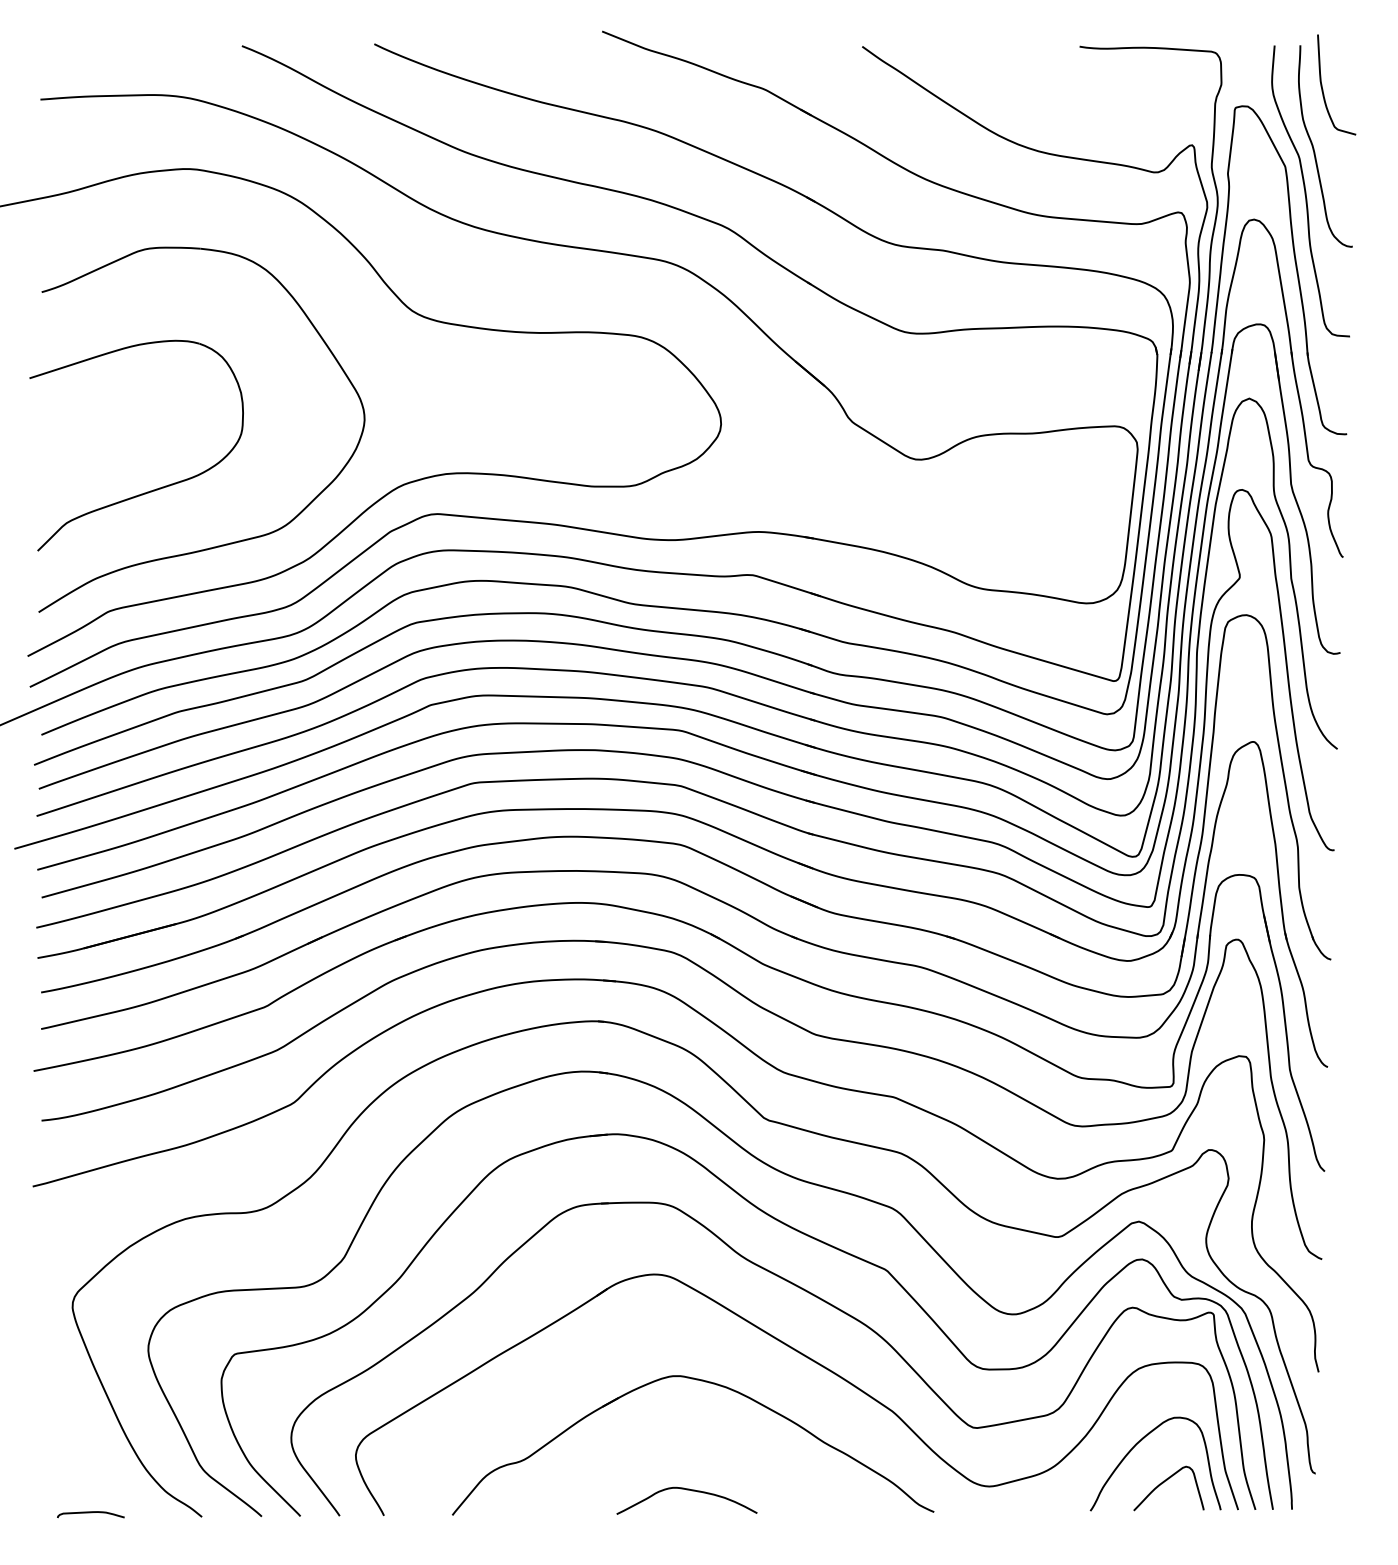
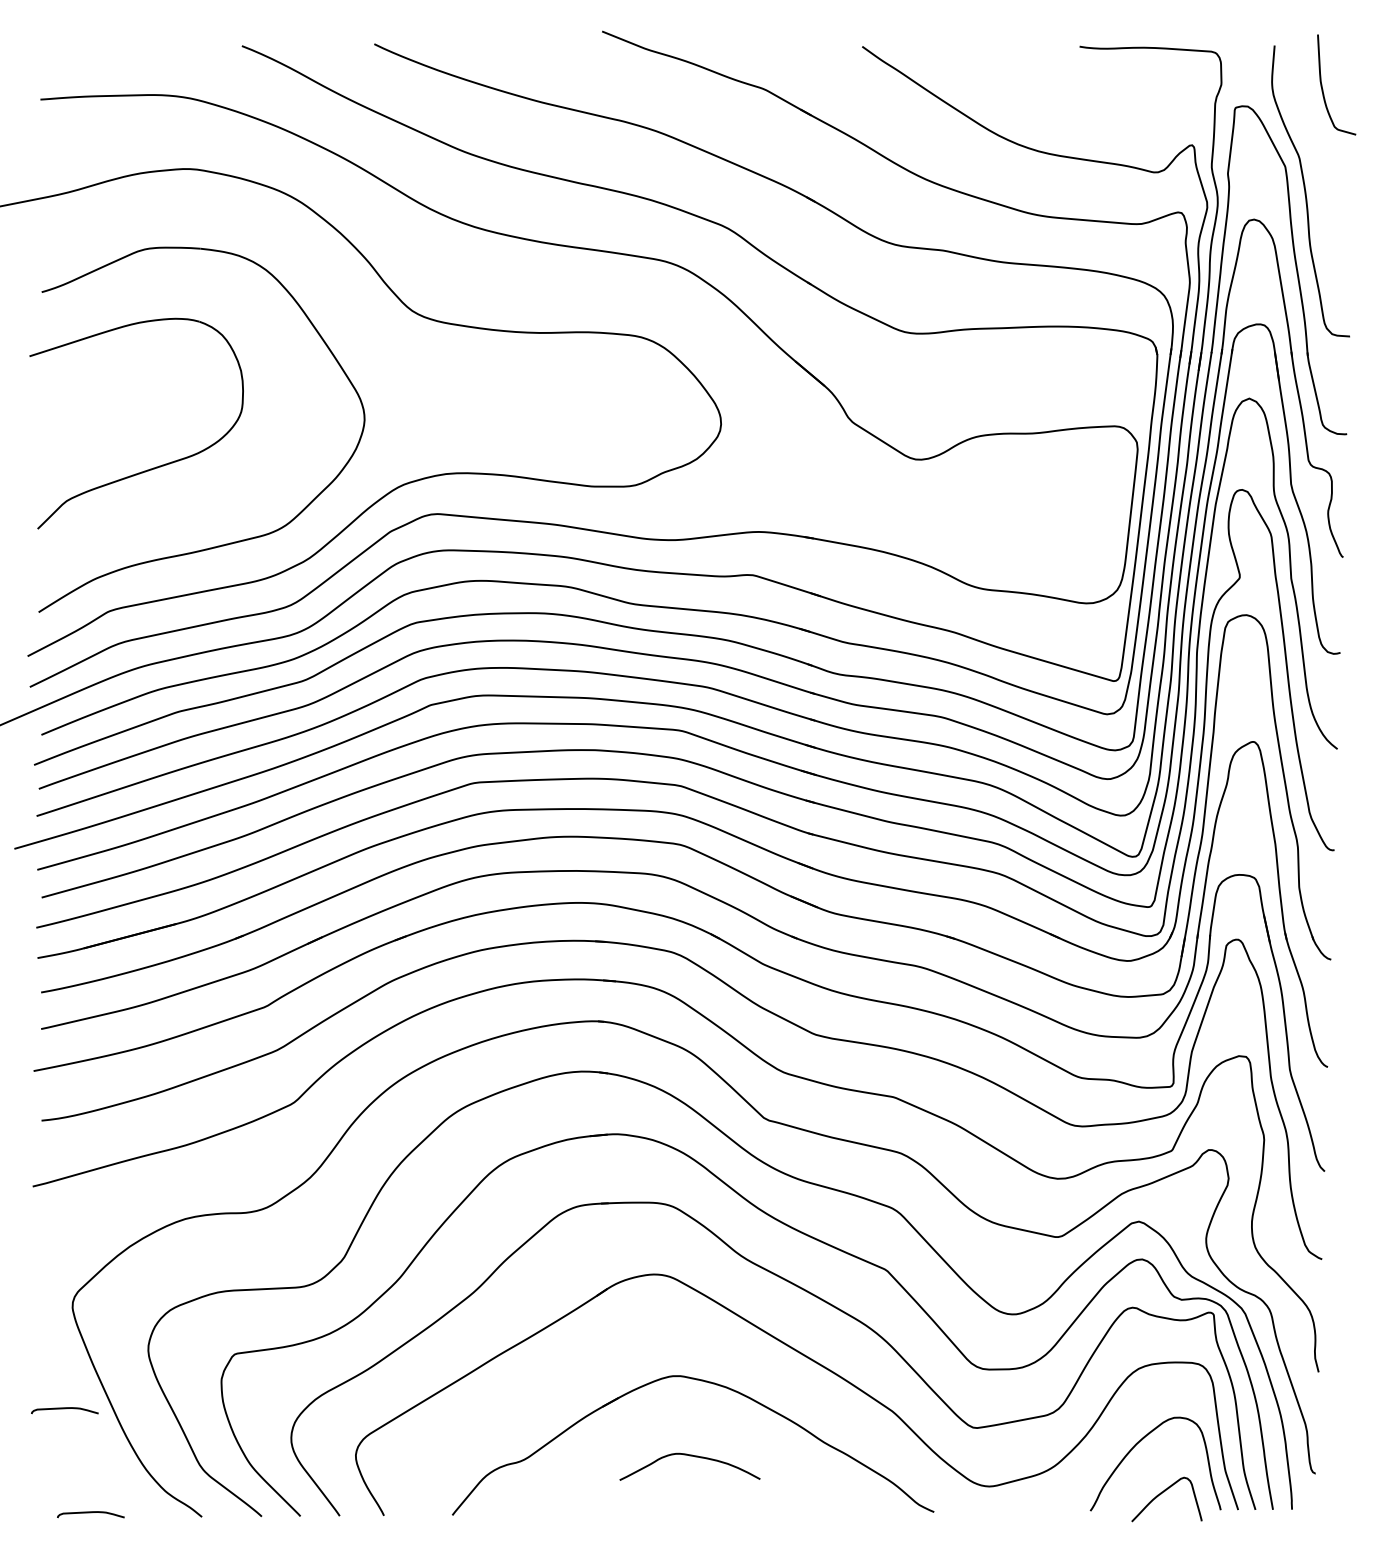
curve at (1314, 148): present -> none
part at (150, 490) position: (150, 490) -> (150, 468)
curve at (64, 1409): none -> present
curve at (1163, 1483) position: (1163, 1483) -> (1161, 1494)
curve at (686, 1490) position: (686, 1490) -> (689, 1456)
